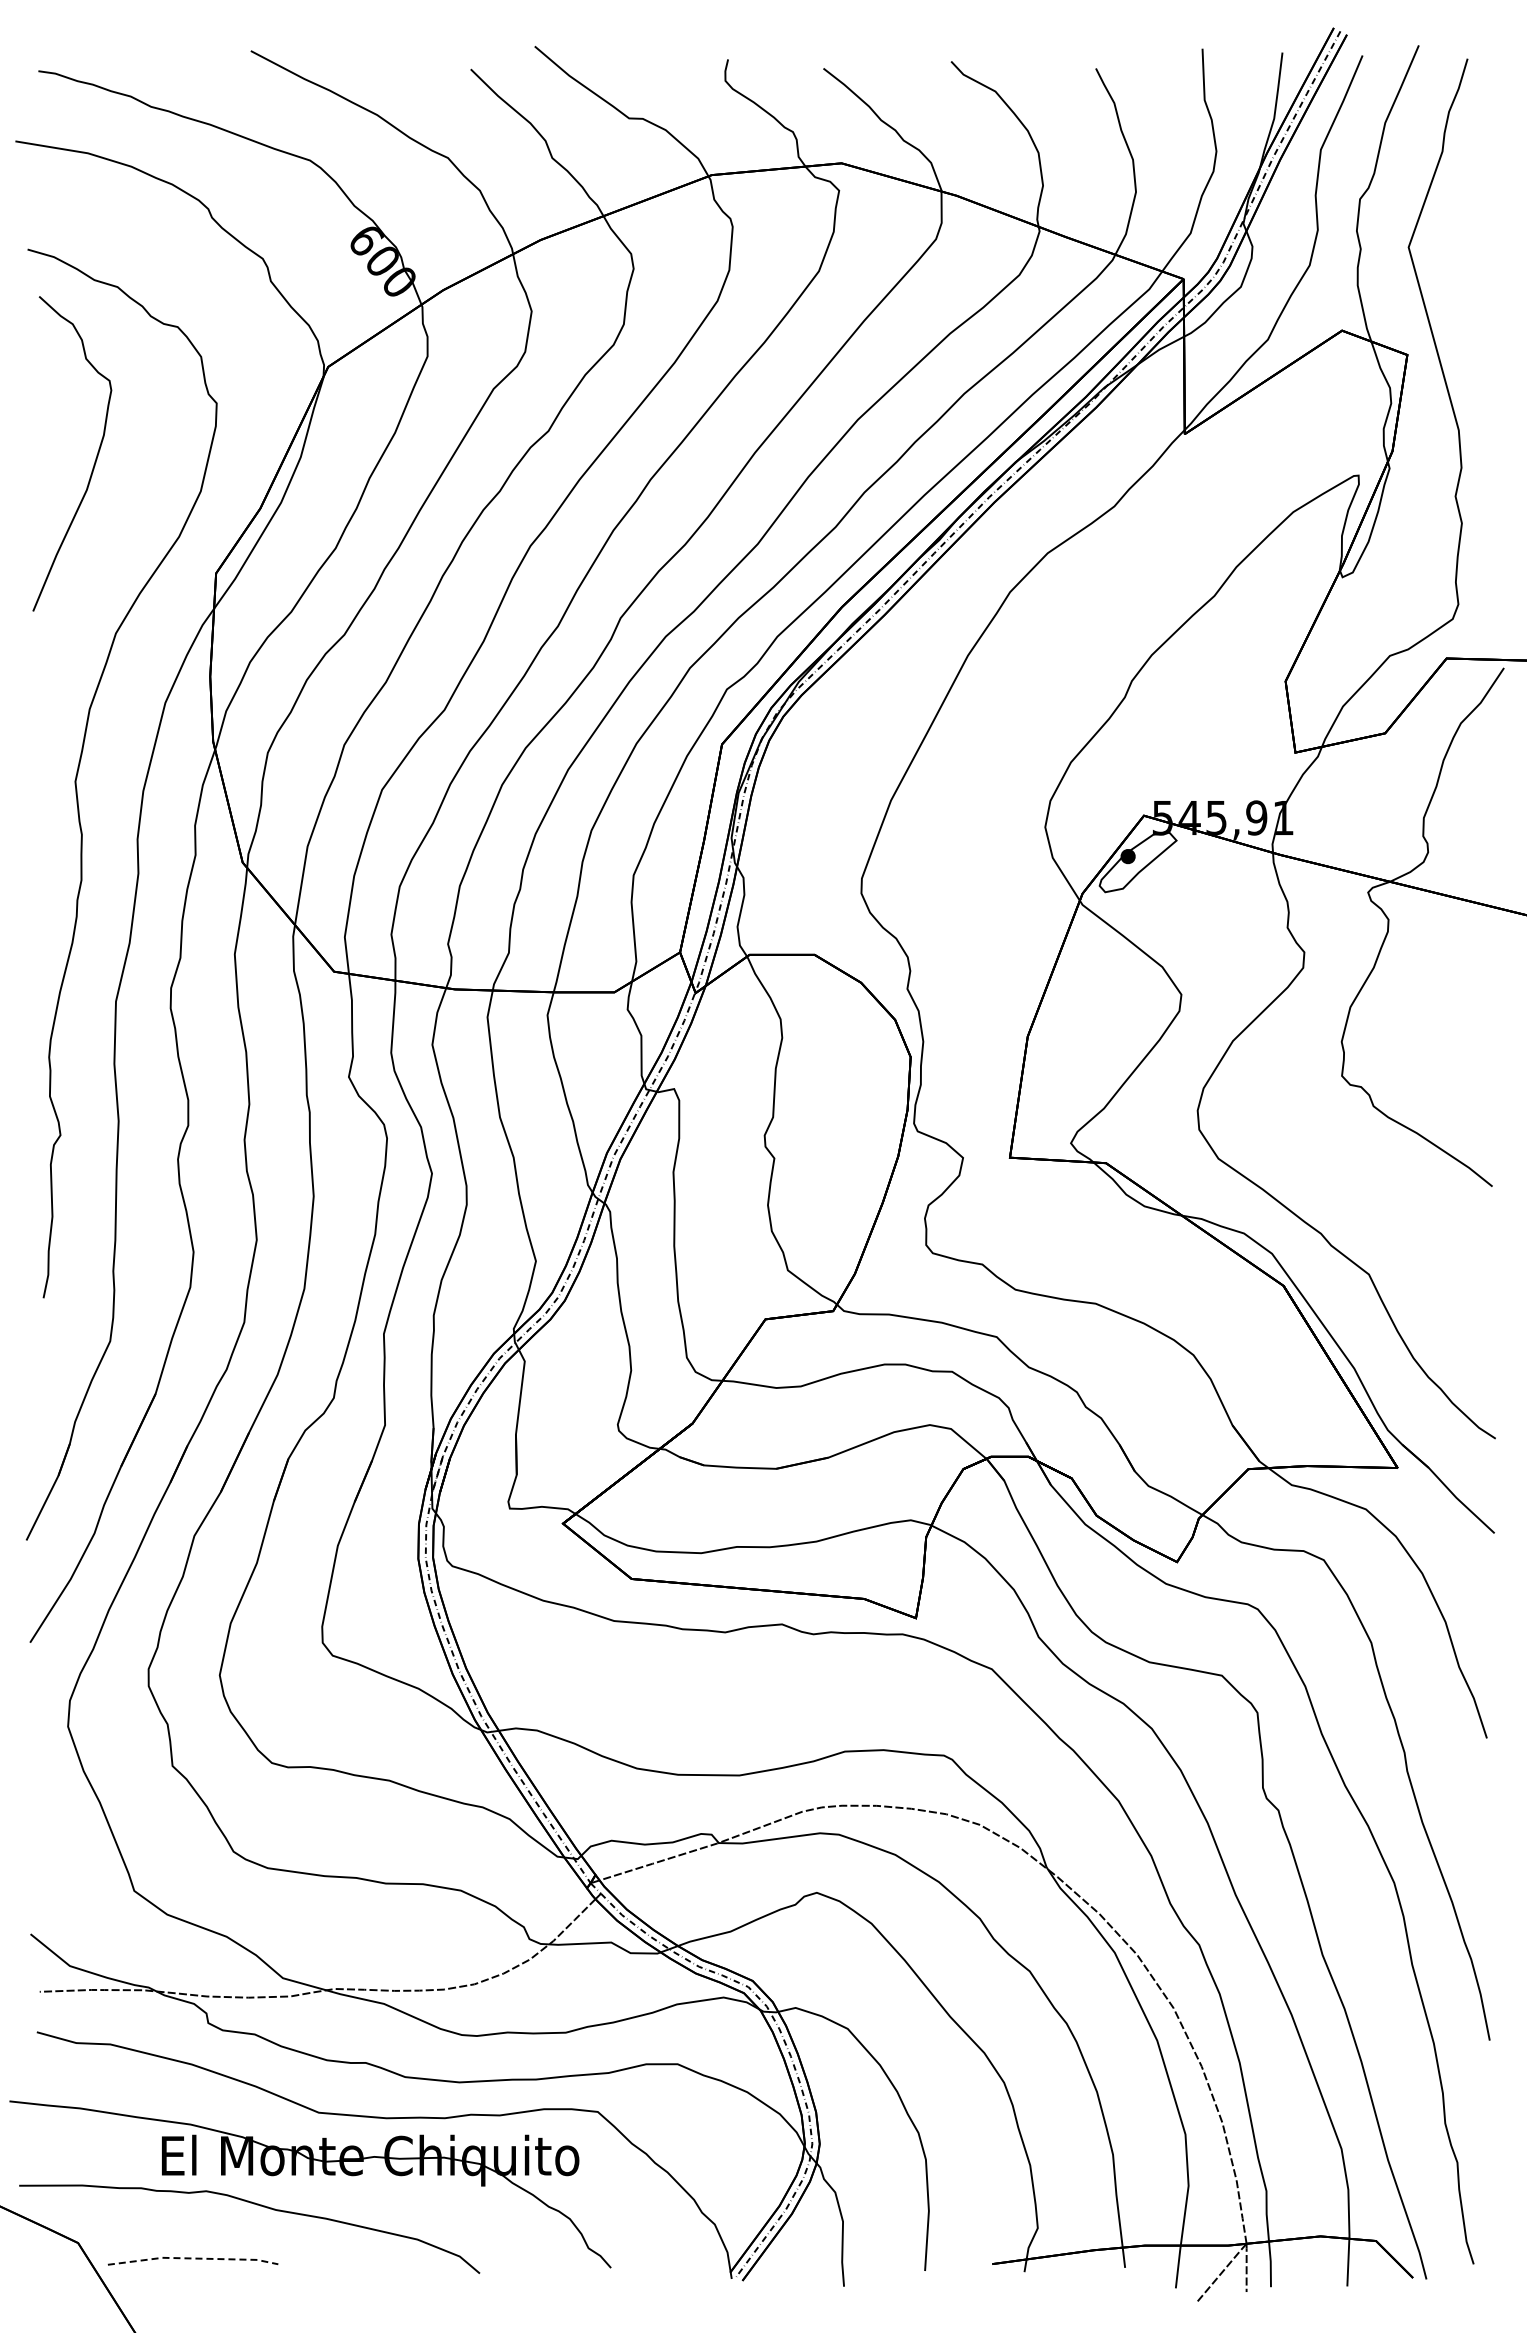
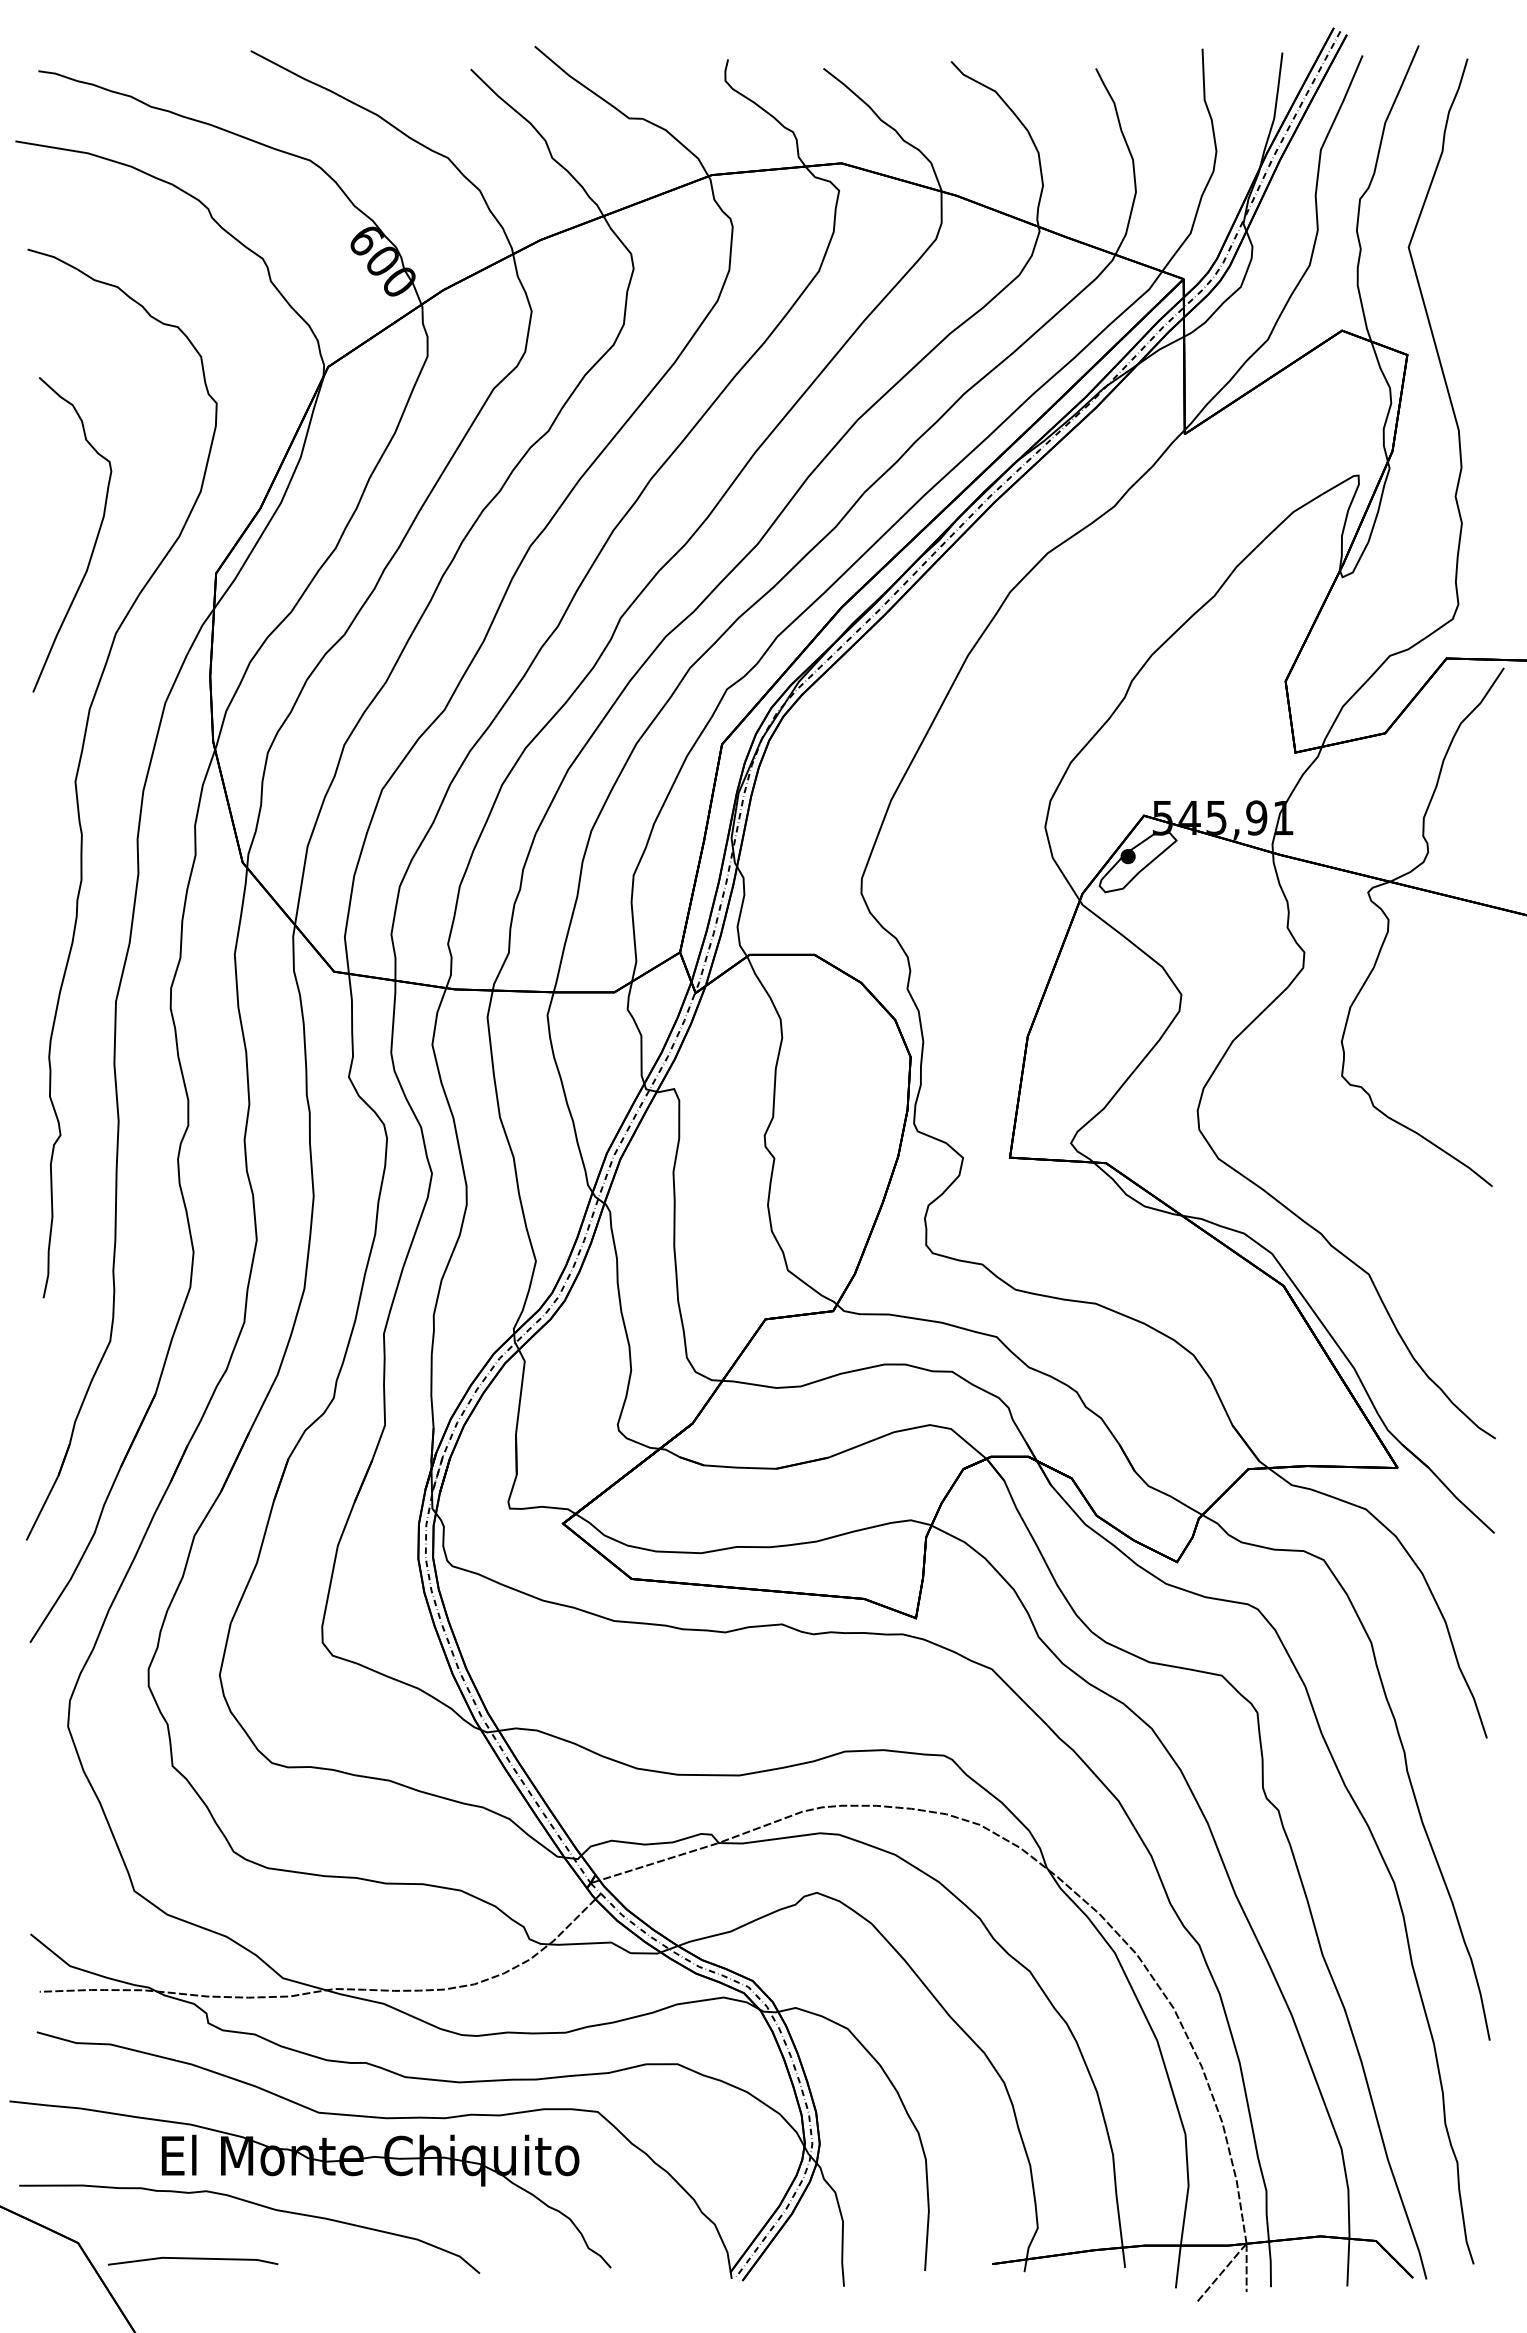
curve at (94, 461) position: (94, 461) -> (94, 542)
line at (193, 2258): dashed -> solid
